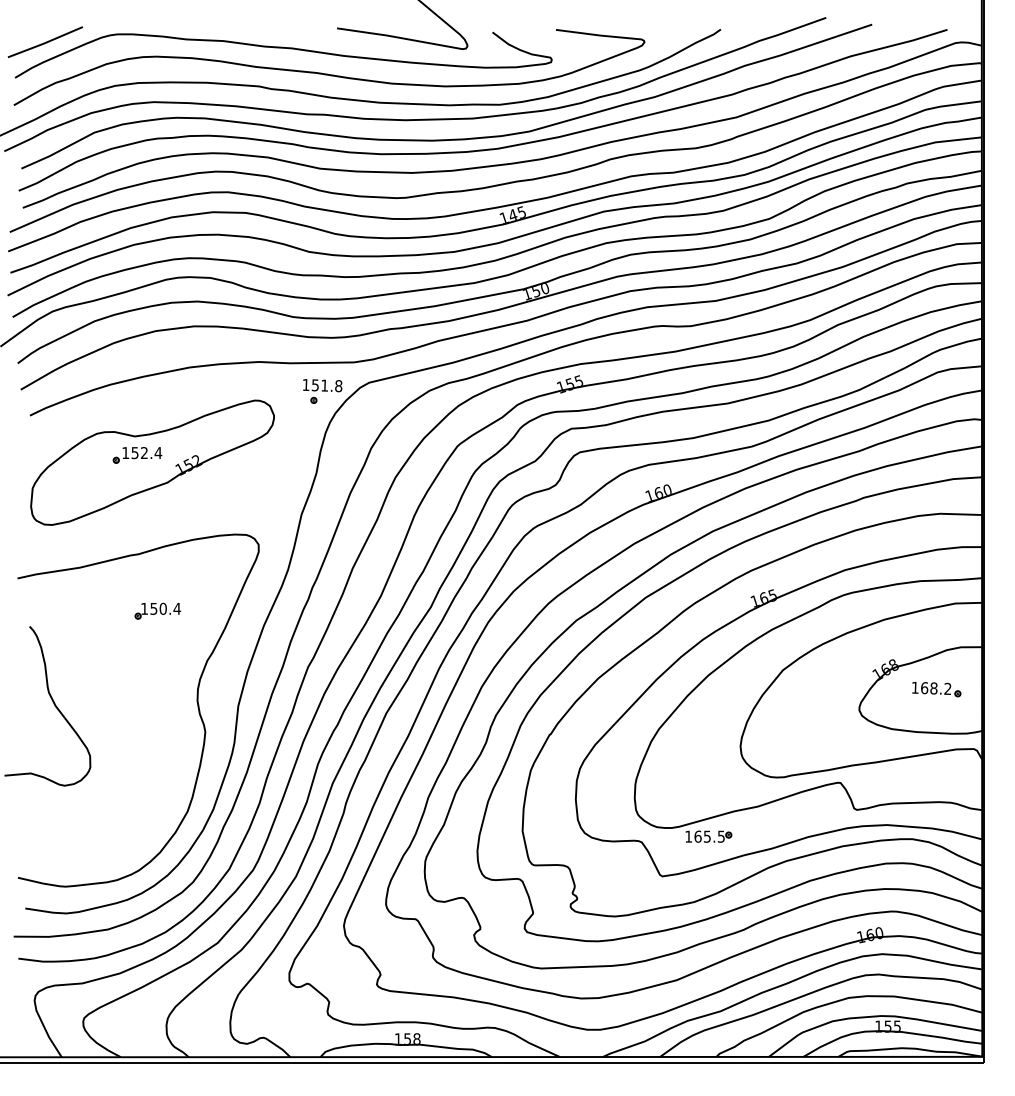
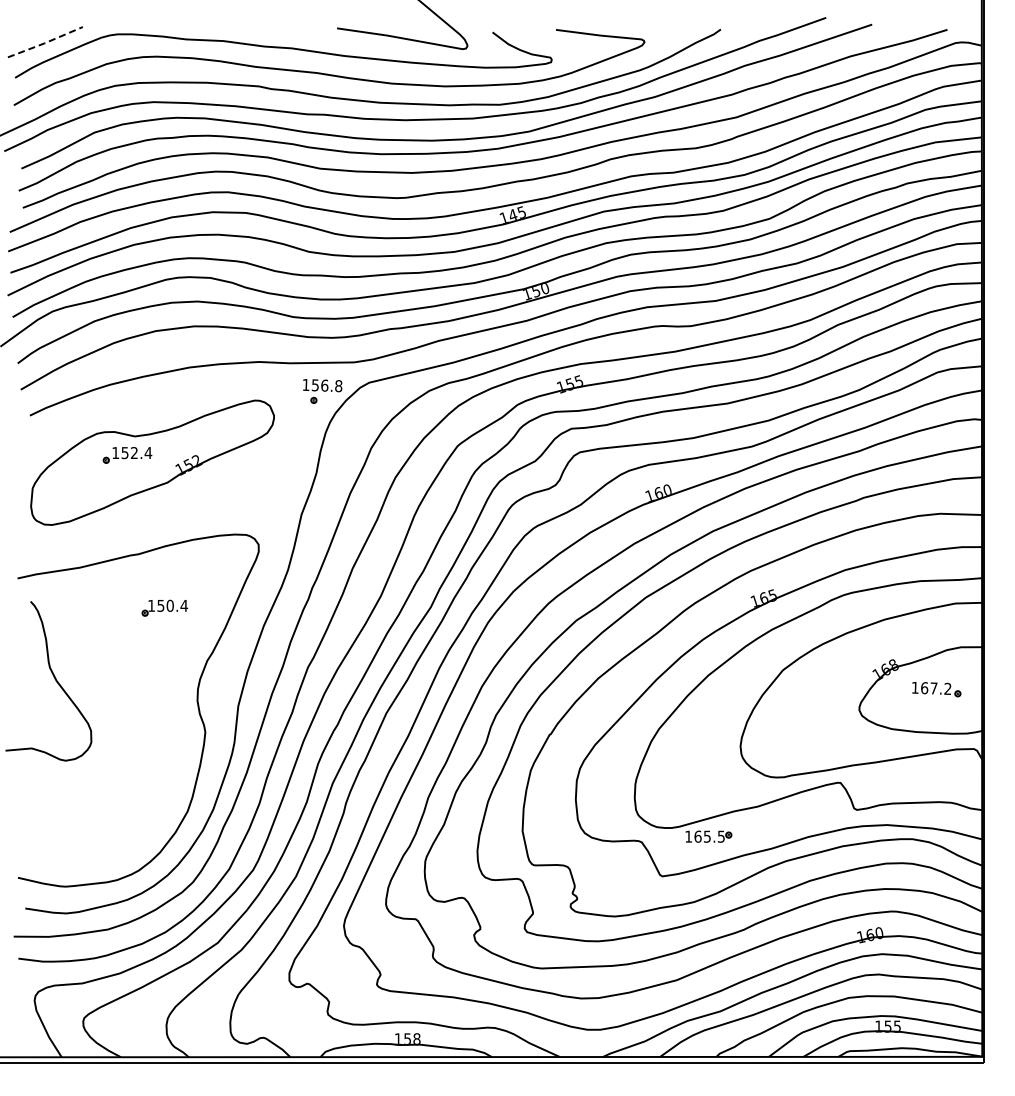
line at (46, 42): solid -> dashed
text at (324, 385): 151.8 -> 156.8
part at (137, 455) position: (137, 455) -> (127, 455)
part at (157, 610) position: (157, 610) -> (164, 607)
text at (933, 688): 168.2 -> 167.2
curve at (53, 704) position: (53, 704) -> (54, 679)
